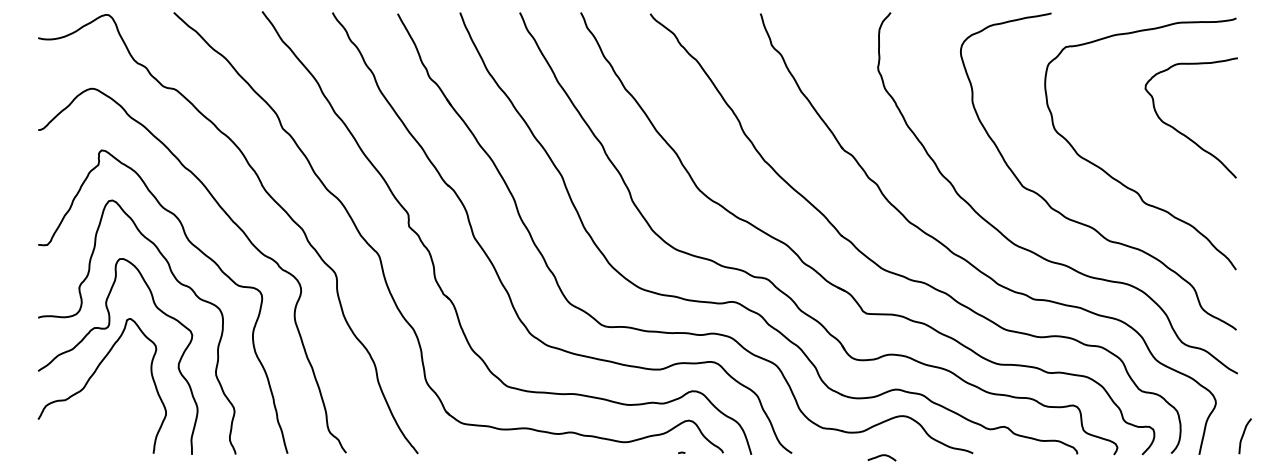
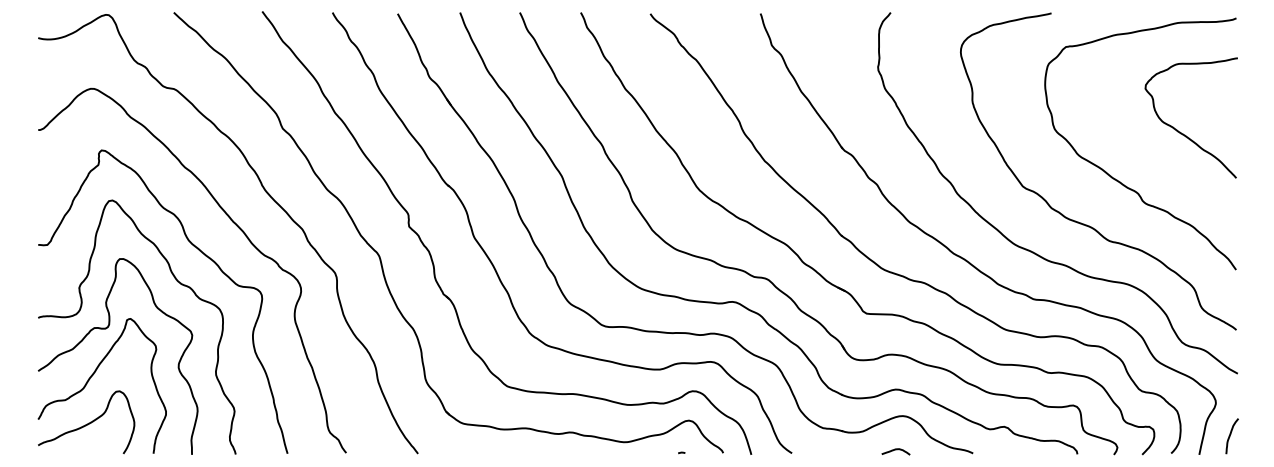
curve at (87, 423): none -> present
curve at (1243, 436) position: (1243, 436) -> (1230, 436)
curve at (881, 456) position: (881, 456) -> (895, 450)
